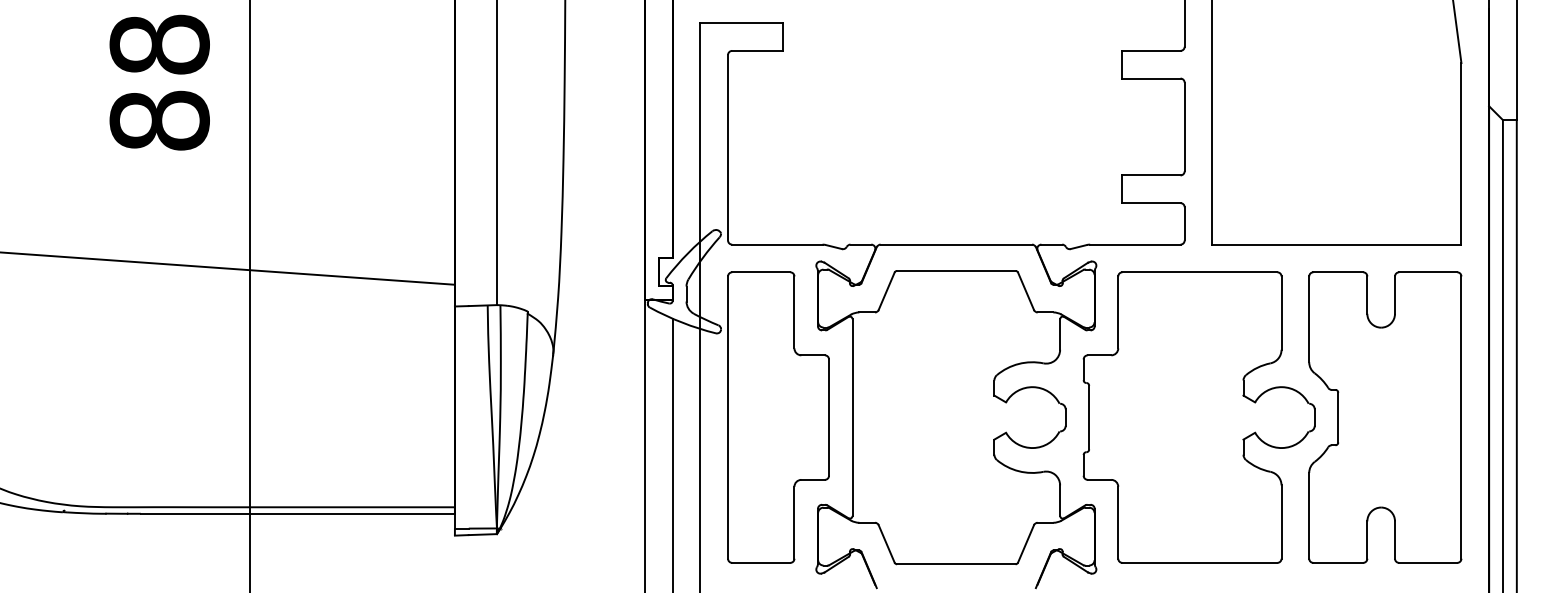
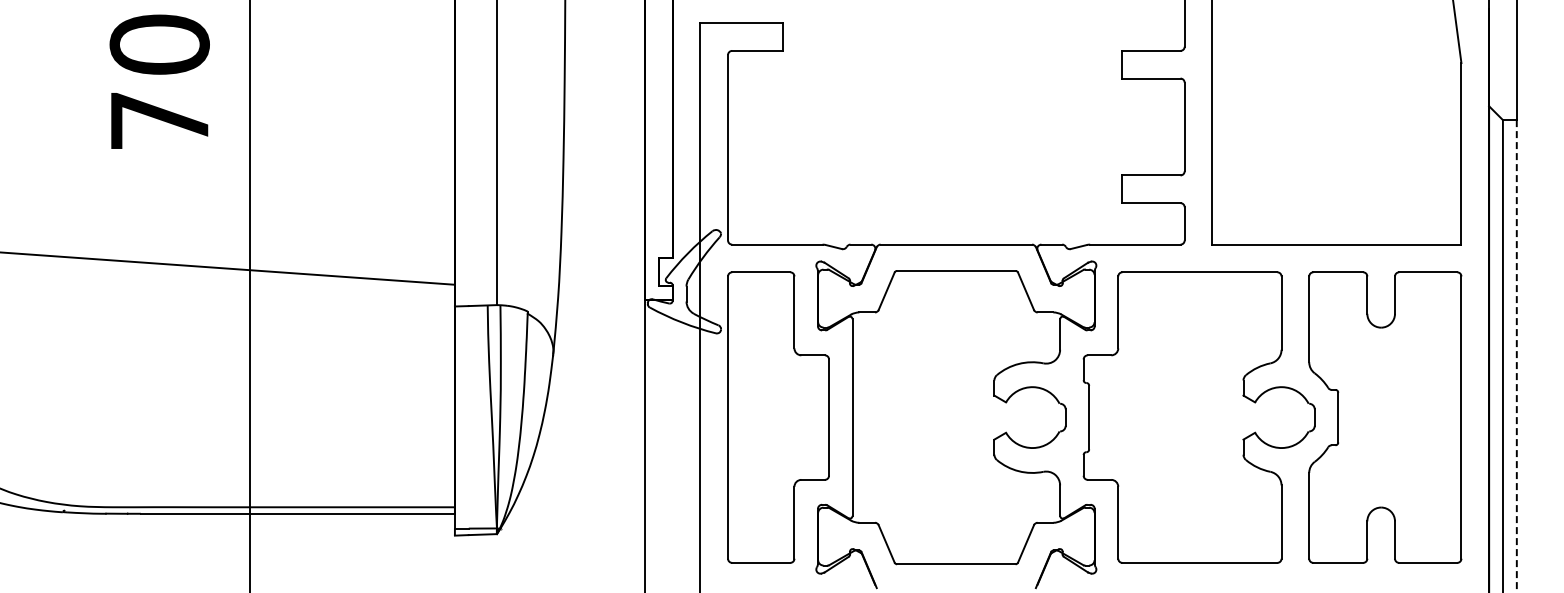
text at (159, 82): 88 -> 70
line at (1516, 356): solid -> dashed
line at (672, 453): present -> none
